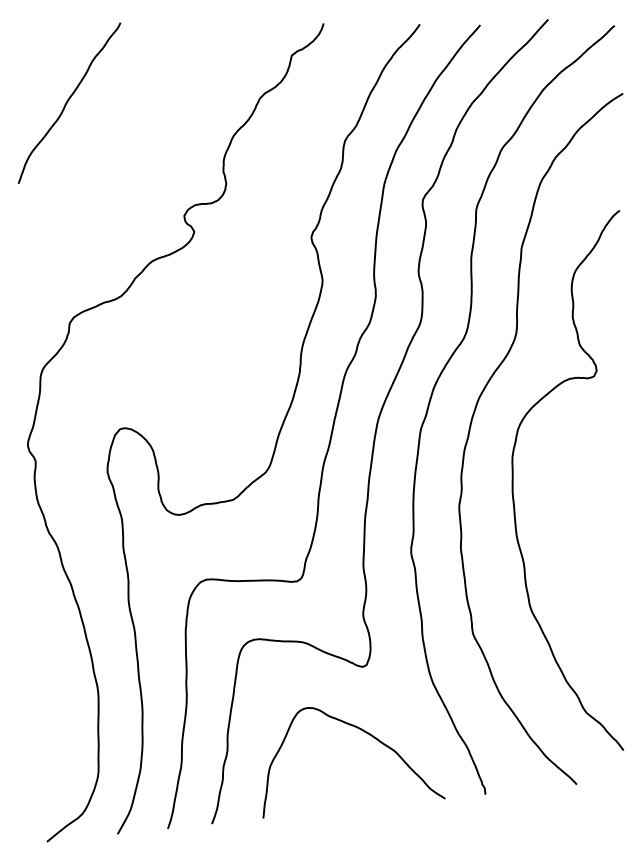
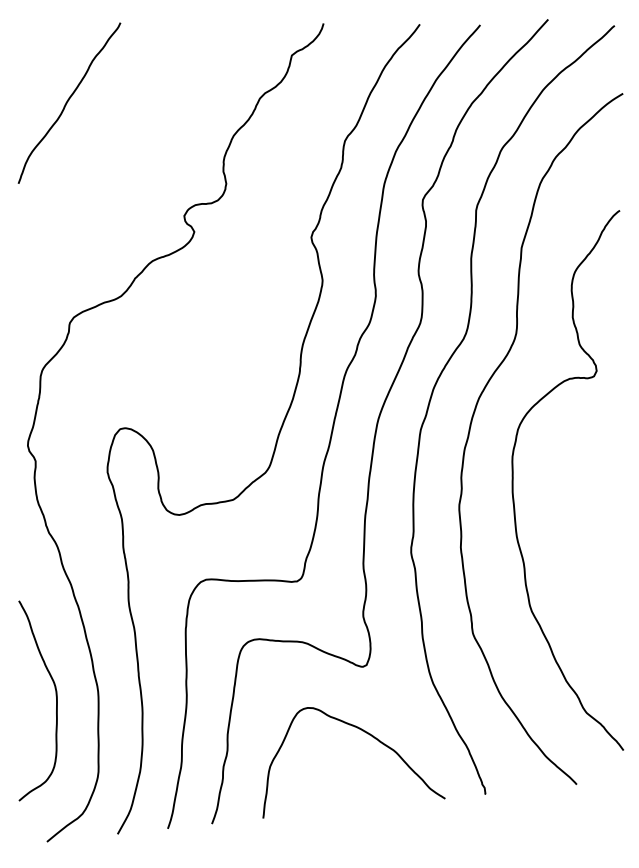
curve at (55, 695): none -> present
